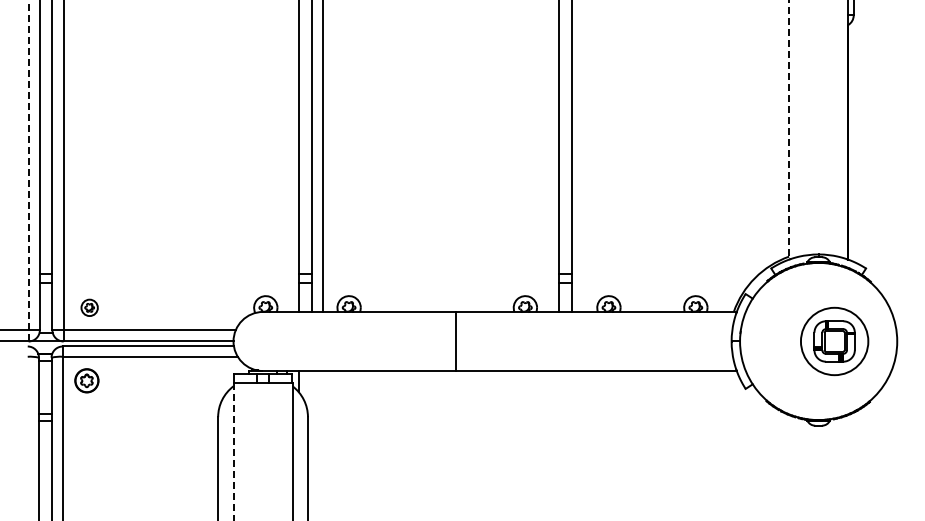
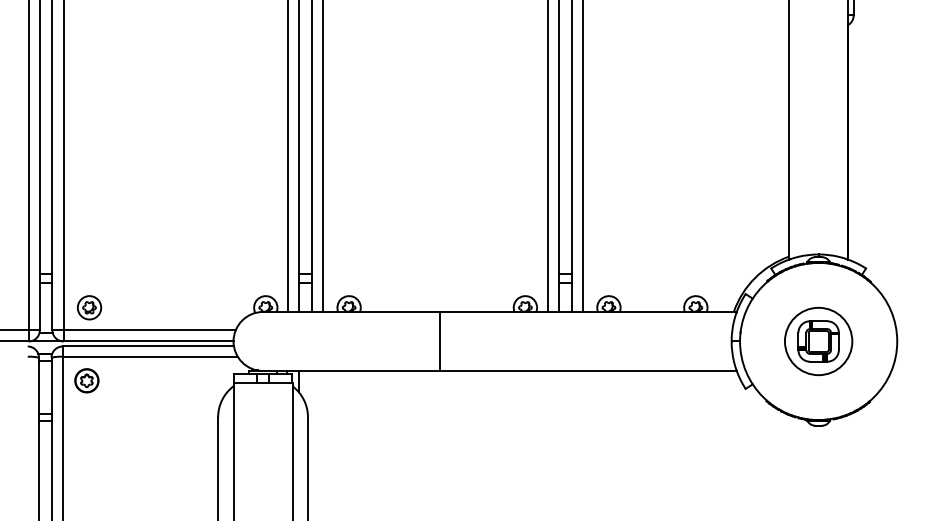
line at (789, 130): dashed -> solid
line at (288, 156): none -> present
line at (547, 156): none -> present
line at (582, 156): none -> present
line at (28, 170): dashed -> solid
part at (89, 307) size: 19x19 px -> 26x26 px
line at (455, 341) position: (455, 341) -> (439, 341)
part at (834, 341) position: (834, 341) -> (818, 341)
line at (233, 451): dashed -> solid
